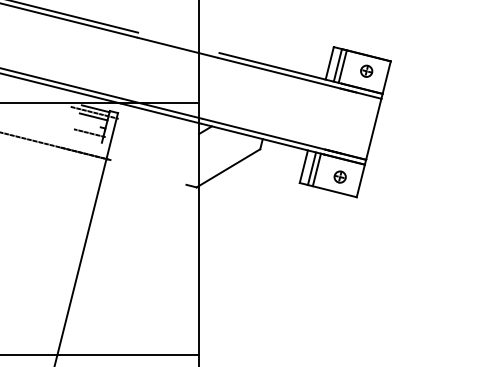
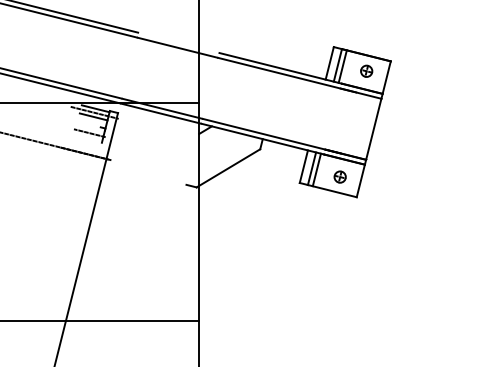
line at (100, 354) position: (100, 354) -> (100, 320)
